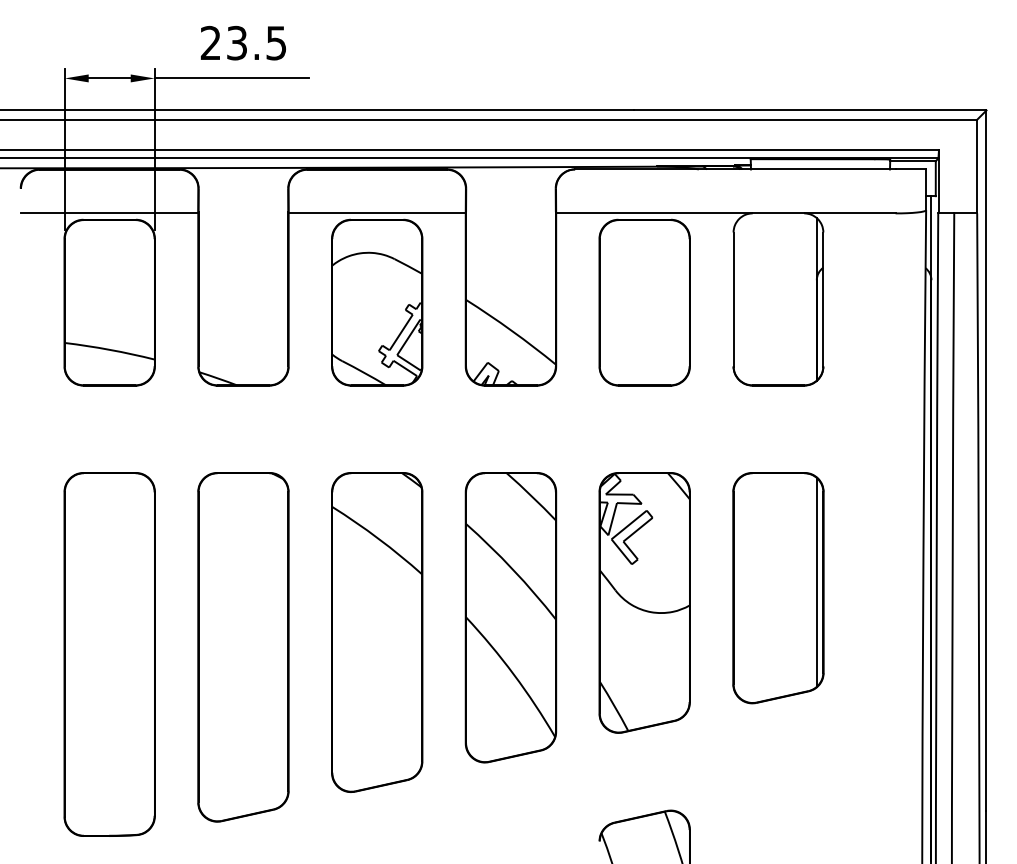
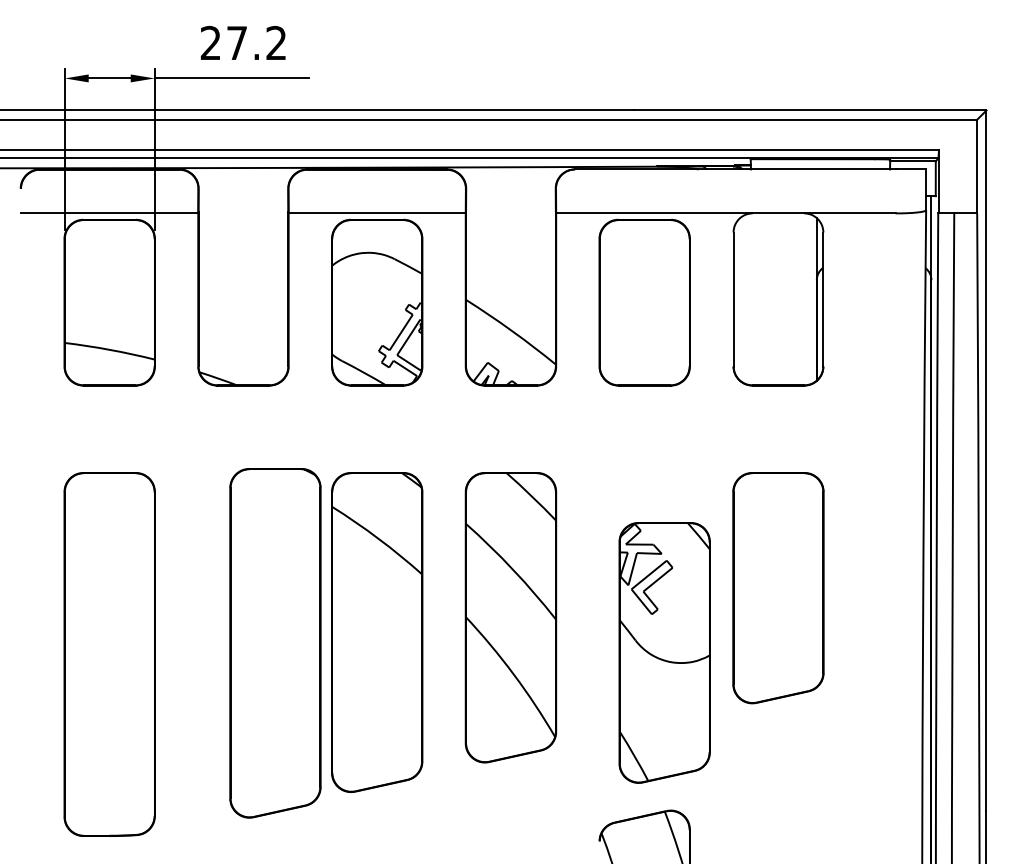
text at (256, 42): 23.5 -> 27.2
line at (816, 581): present -> none
part at (644, 602) position: (644, 602) -> (664, 652)
part at (243, 647) position: (243, 647) -> (275, 643)
